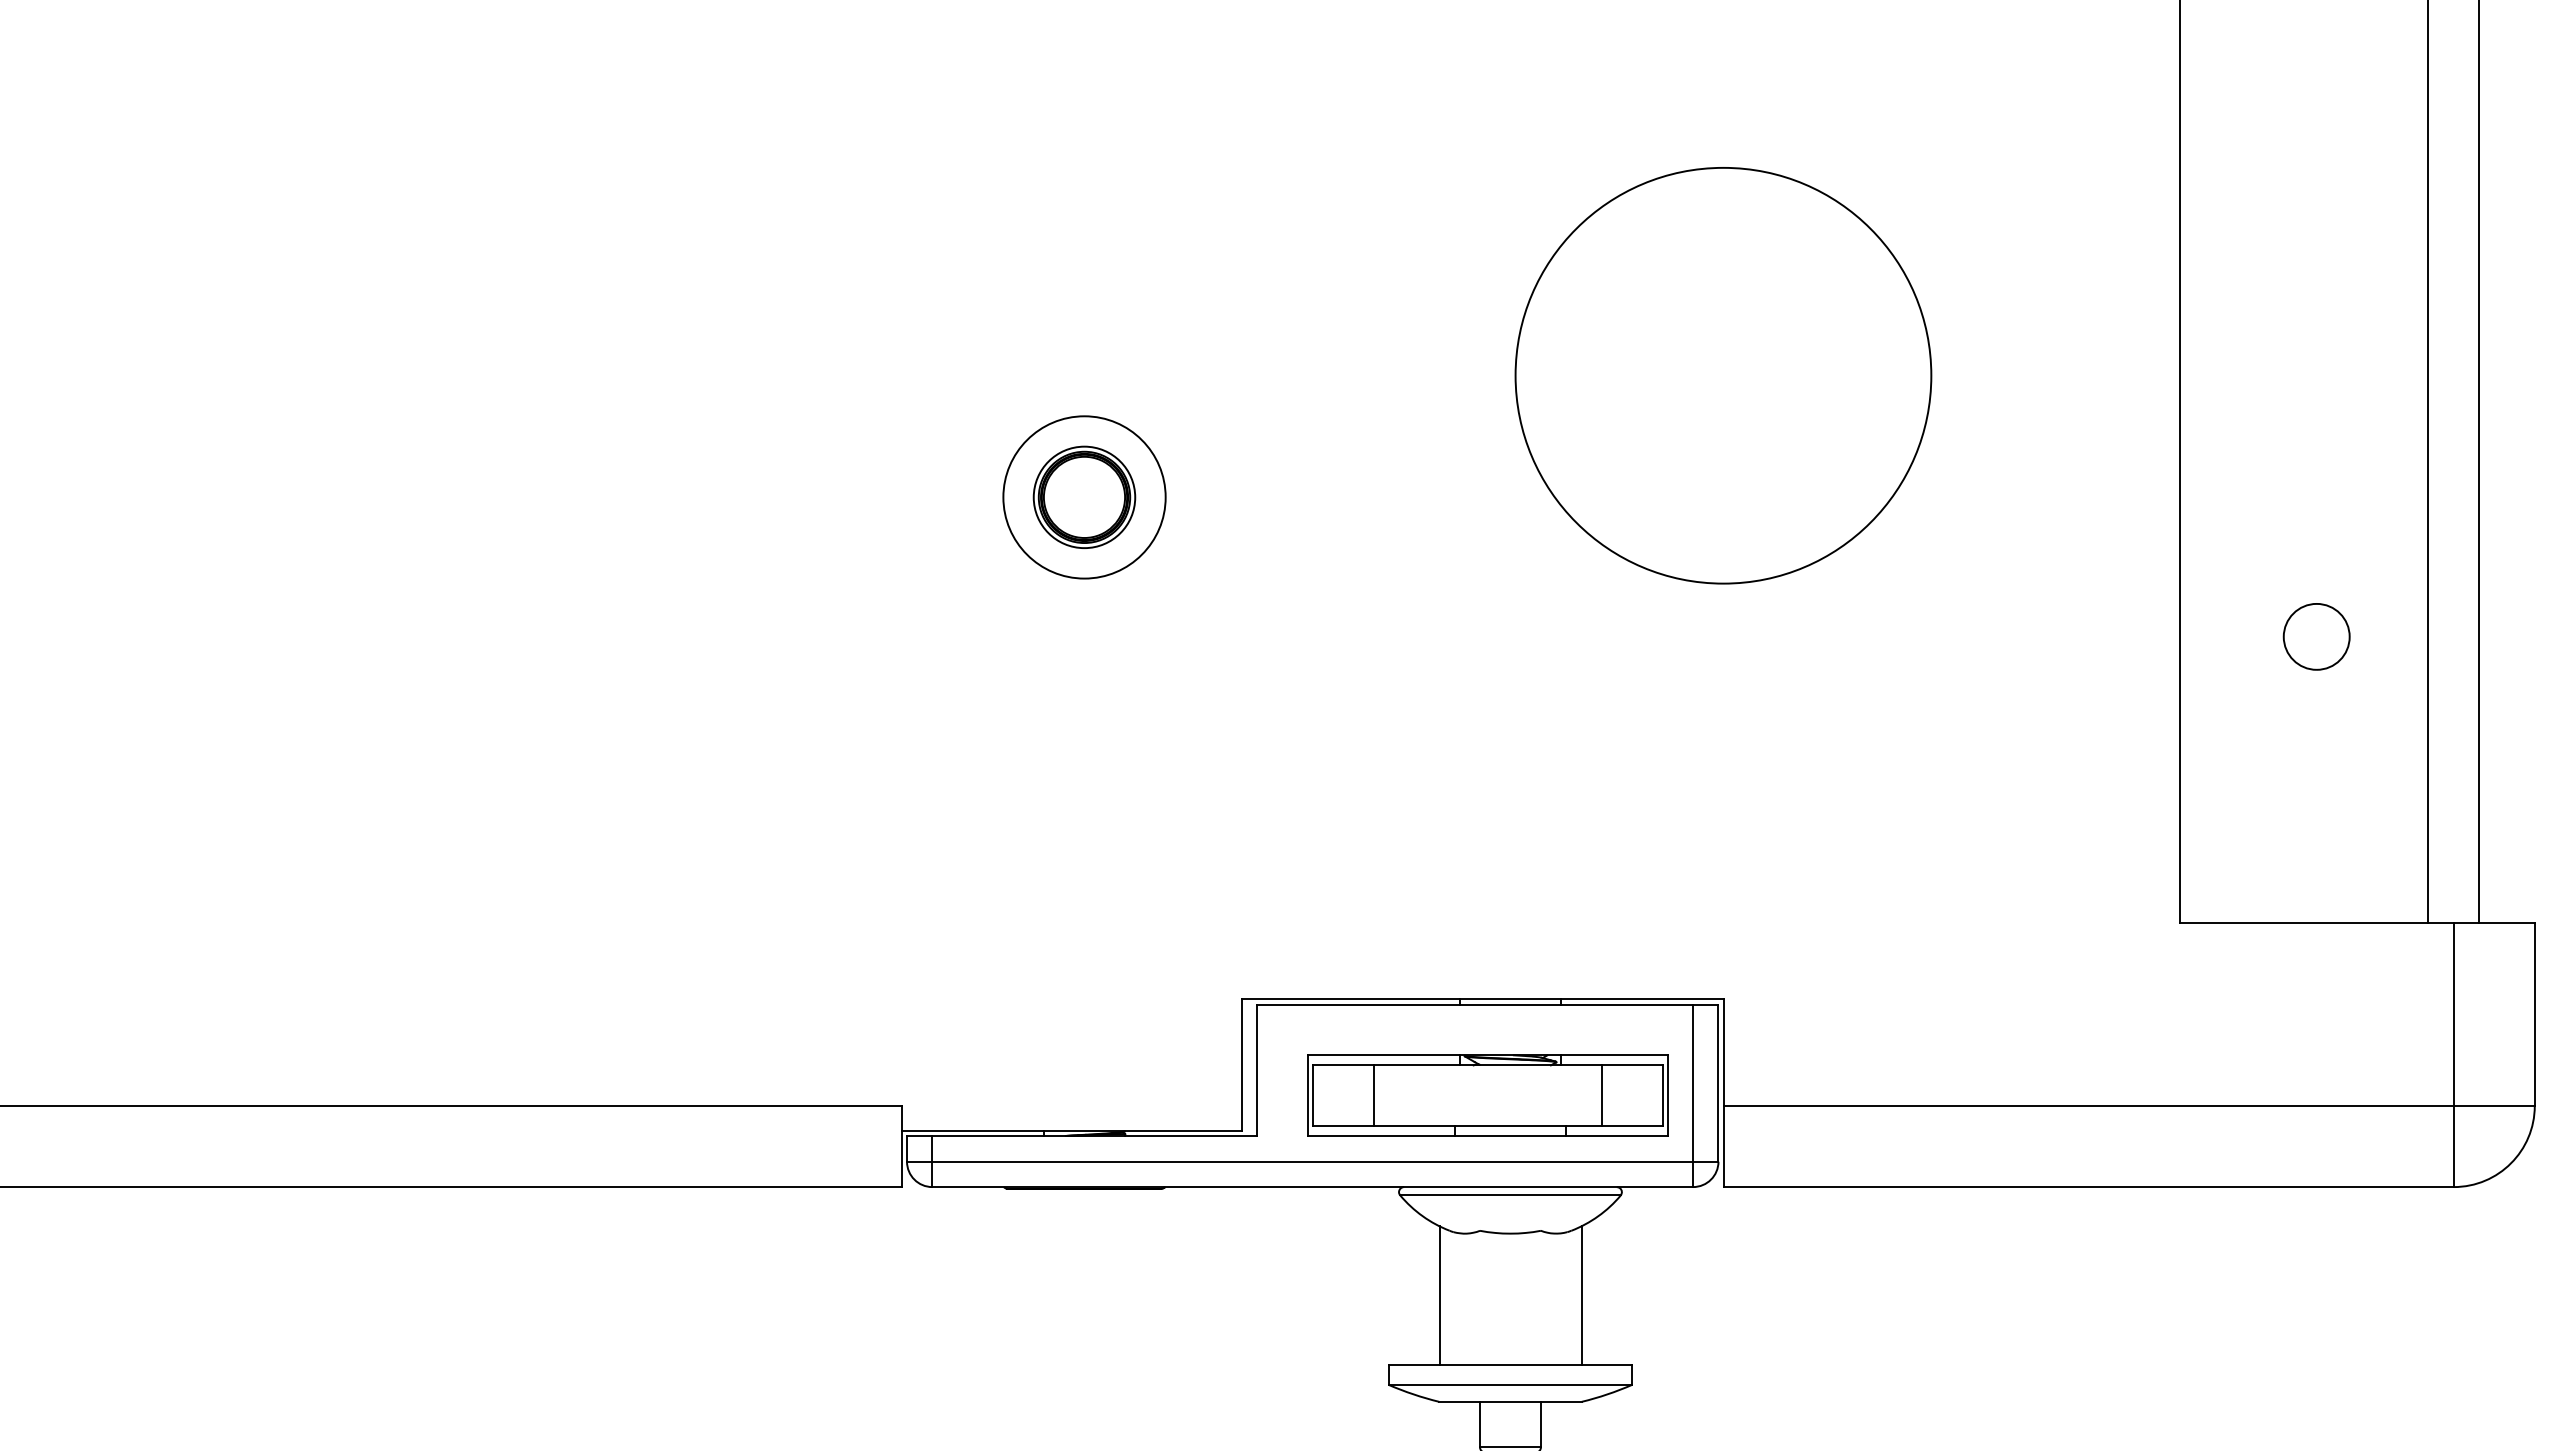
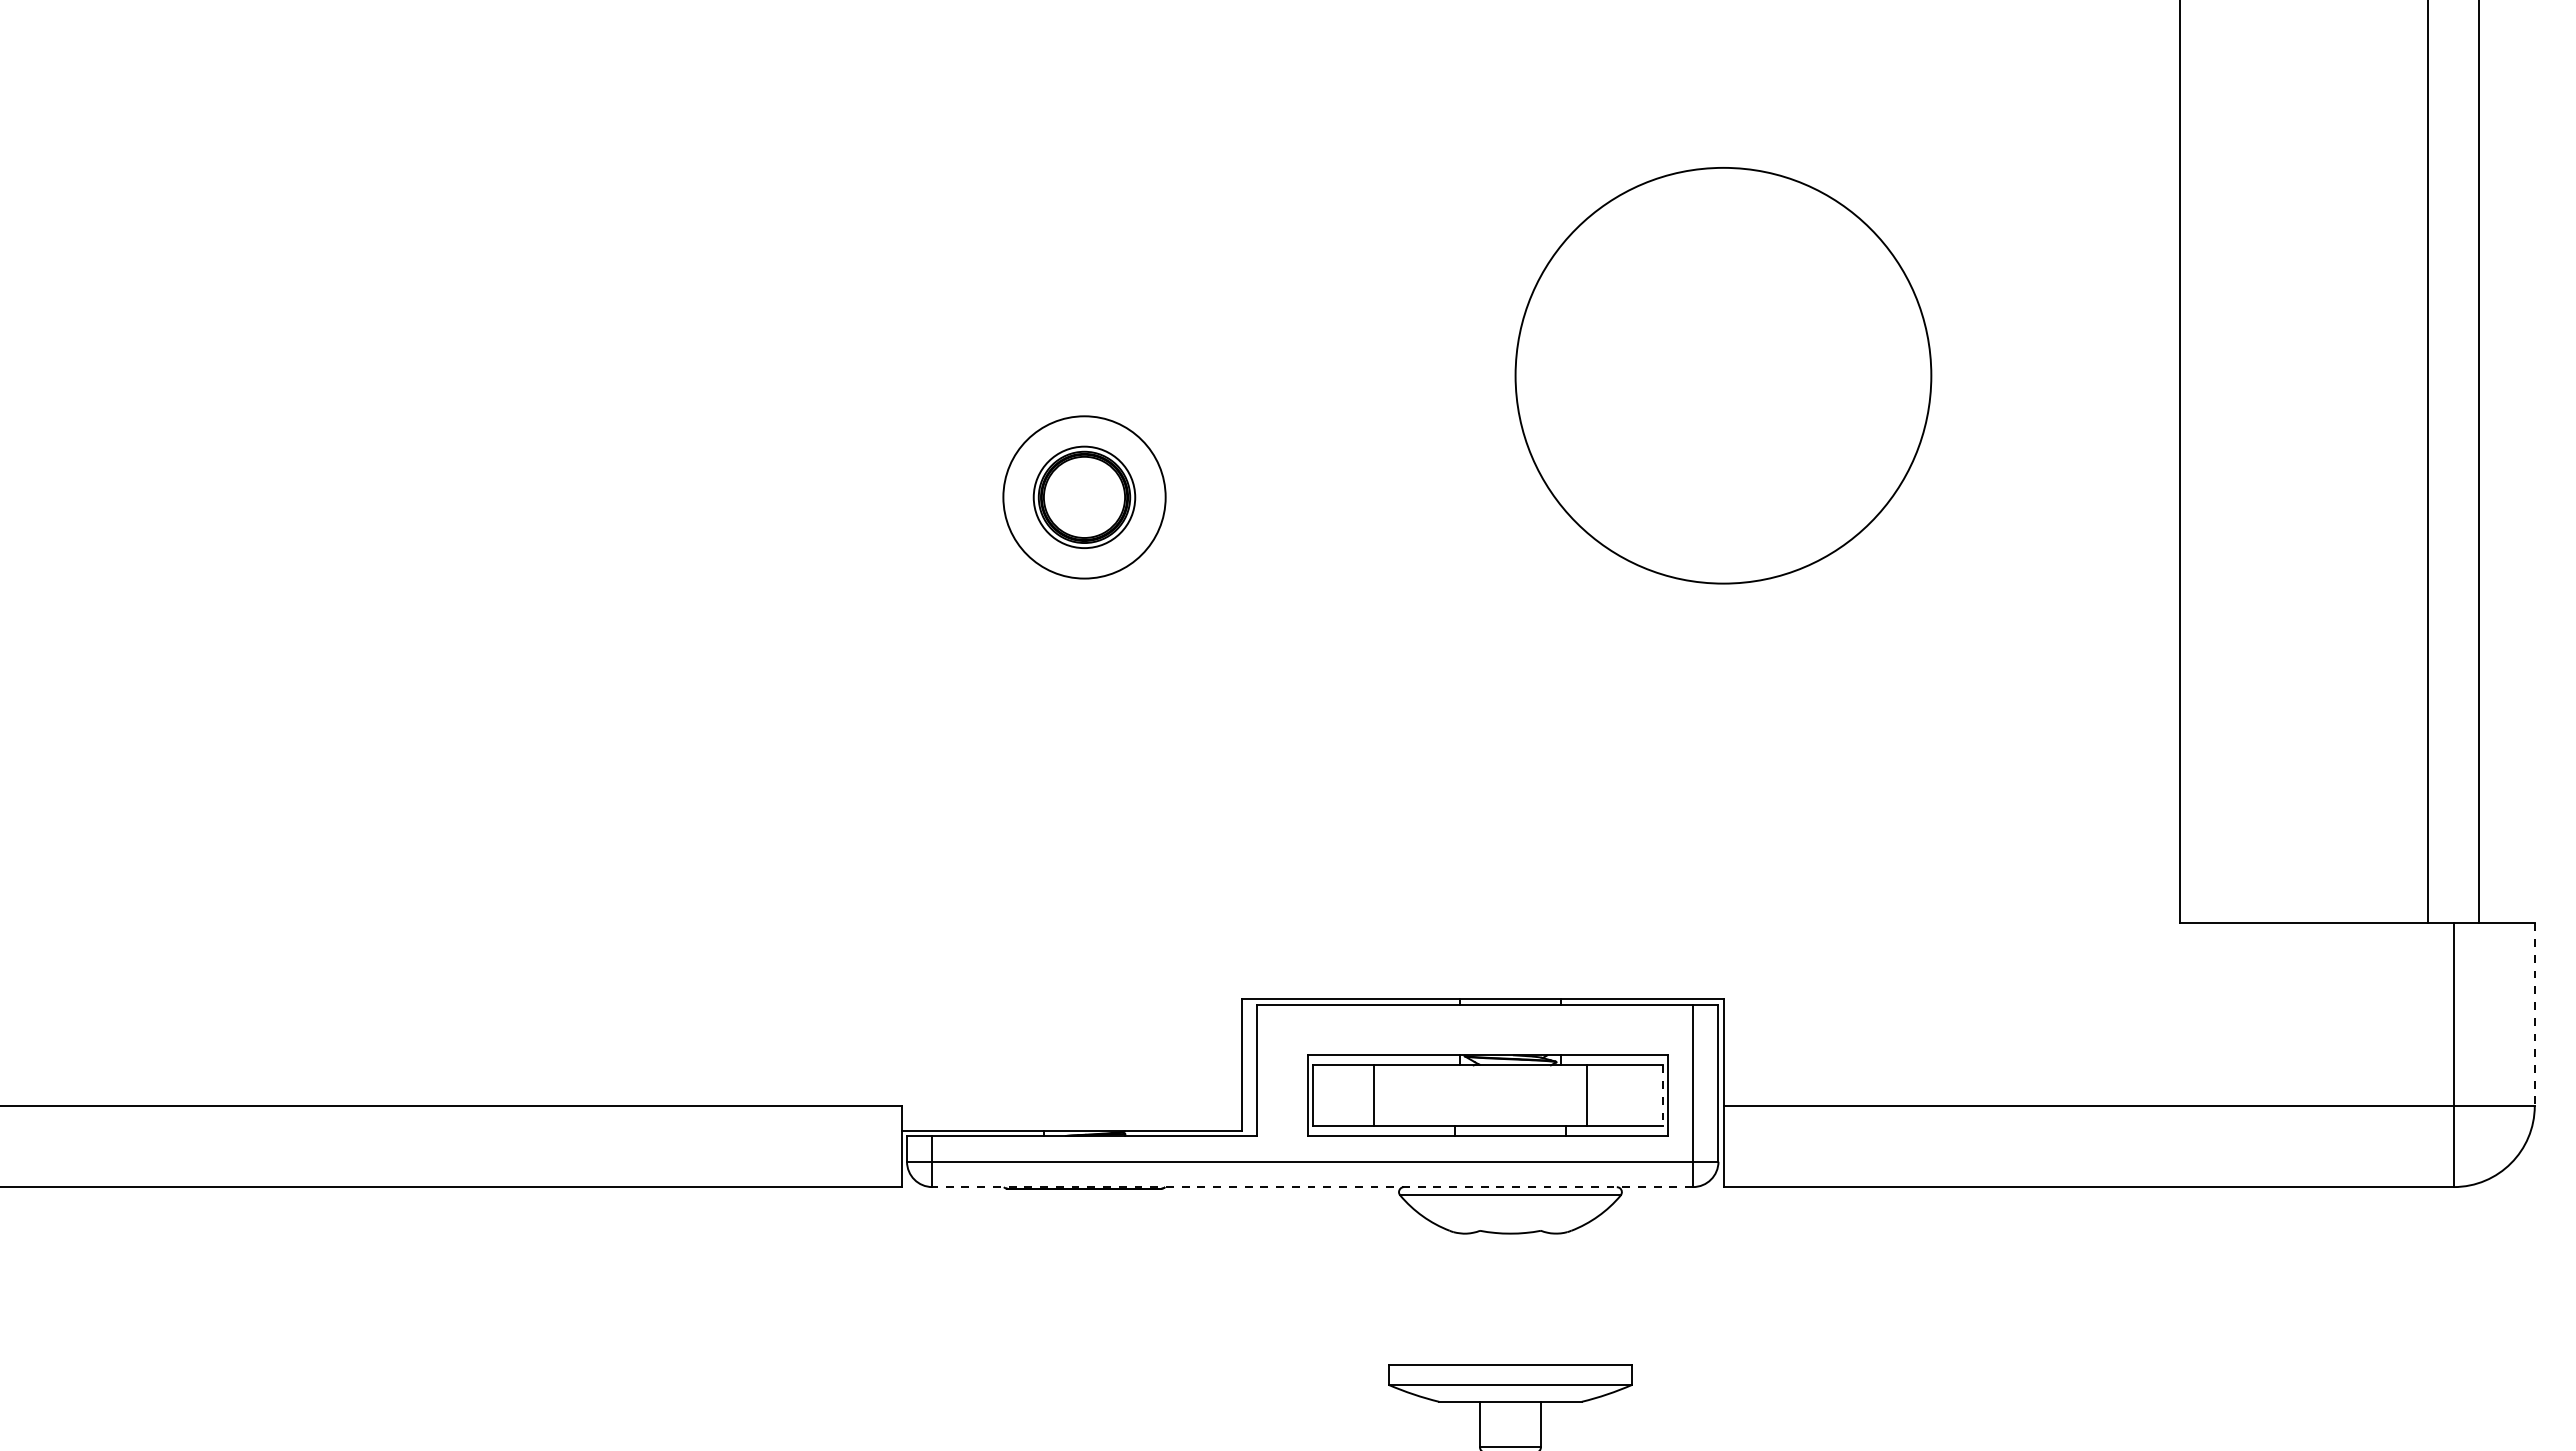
part at (2316, 636): present -> none
line at (2534, 1015): solid -> dashed
line at (1601, 1095) position: (1601, 1095) -> (1586, 1095)
line at (1662, 1096): solid -> dashed
line at (1312, 1187): solid -> dashed
line at (1439, 1295): present -> none
line at (1581, 1295): present -> none
